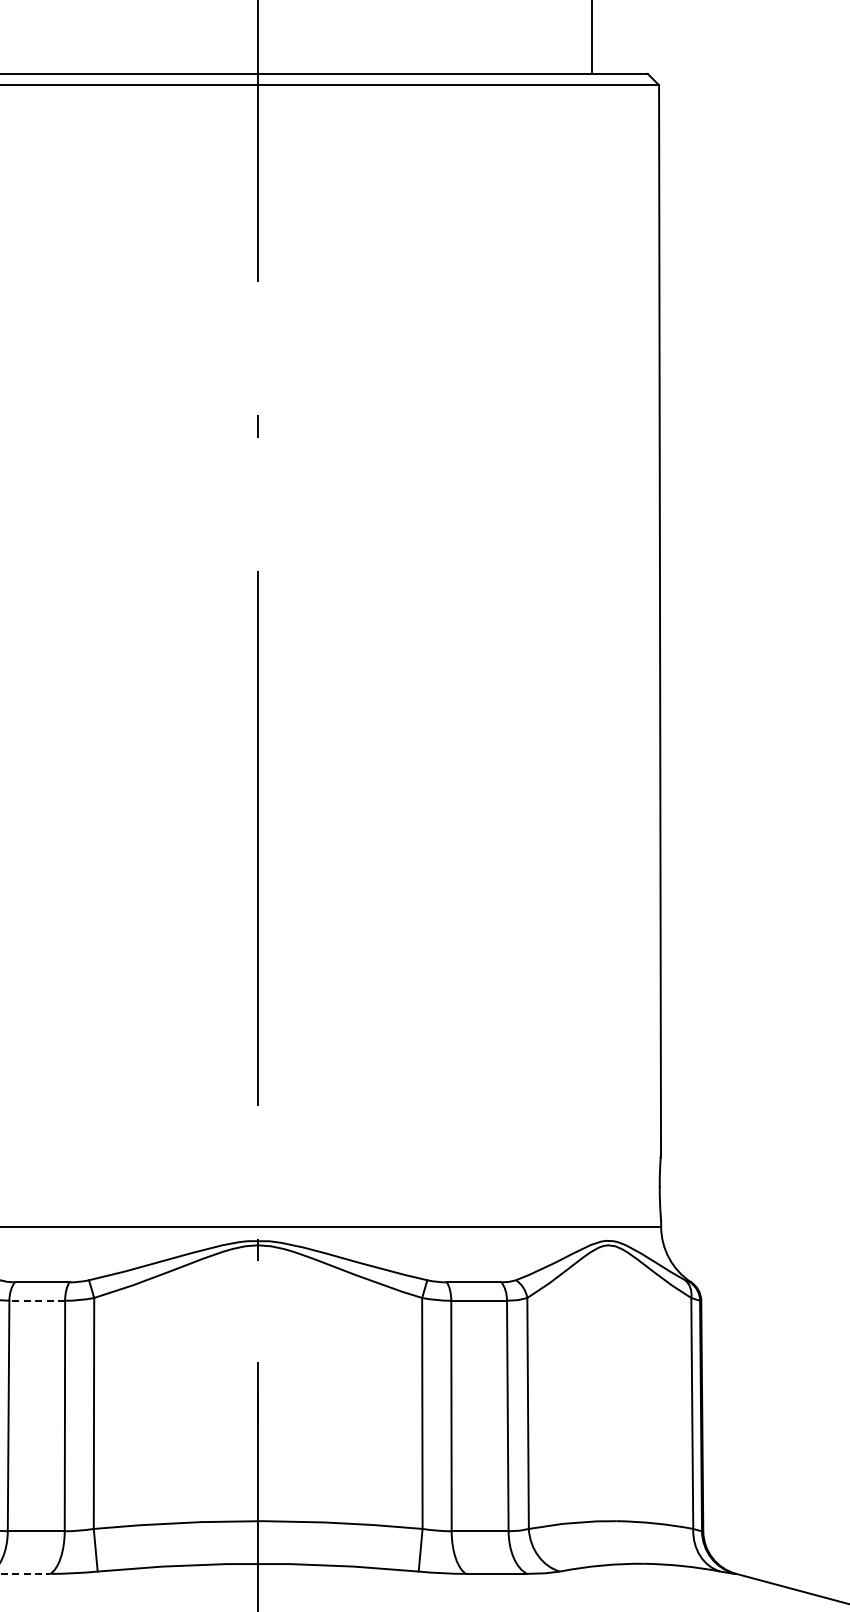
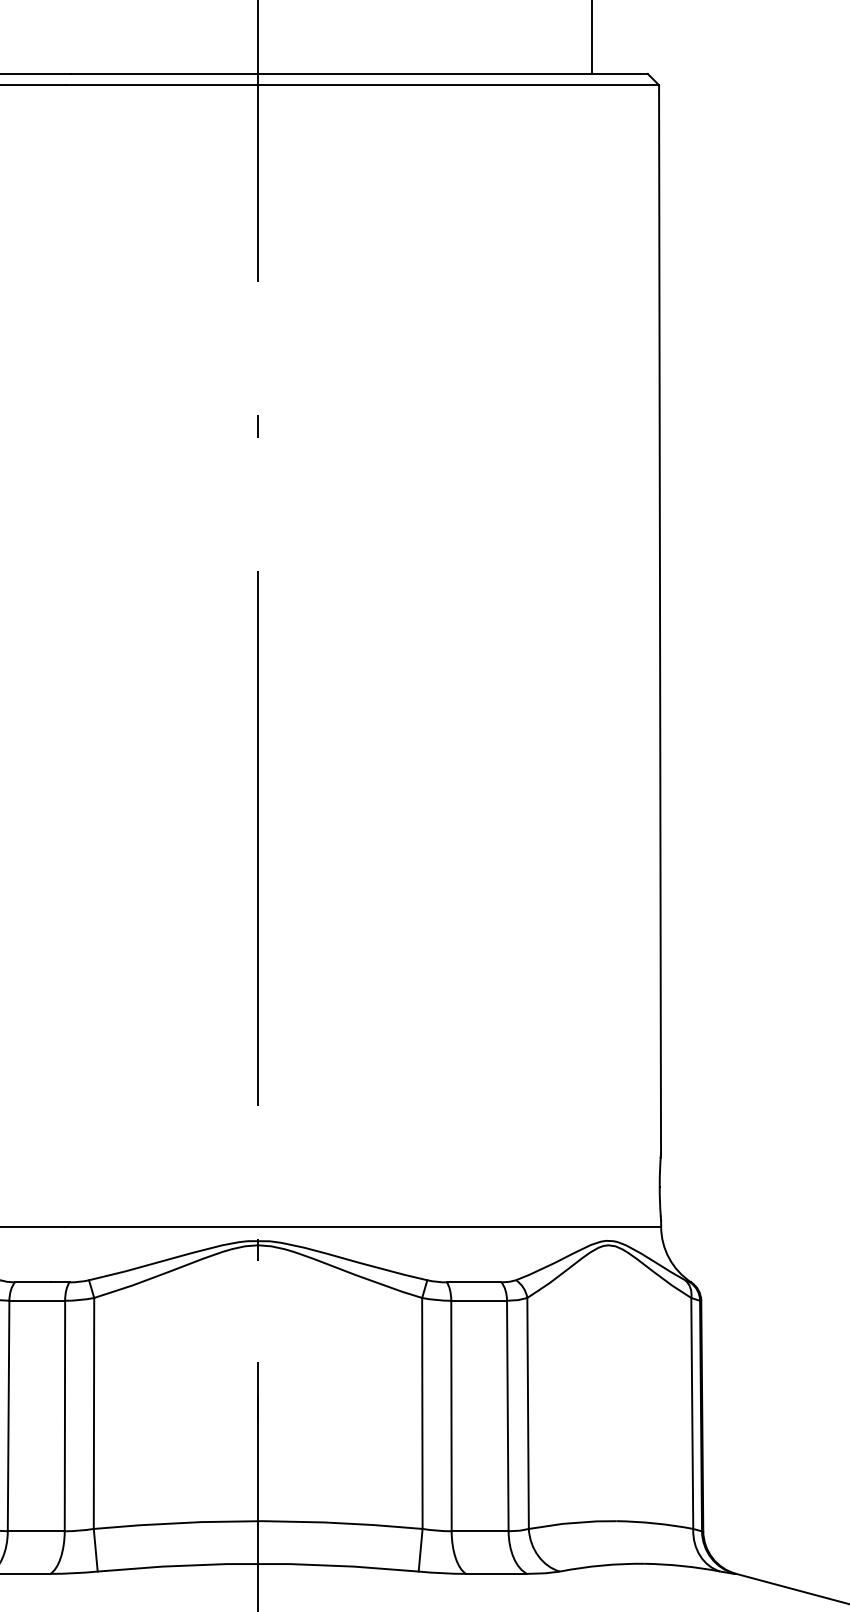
line at (37, 1300): dashed -> solid
line at (25, 1573): dashed -> solid
